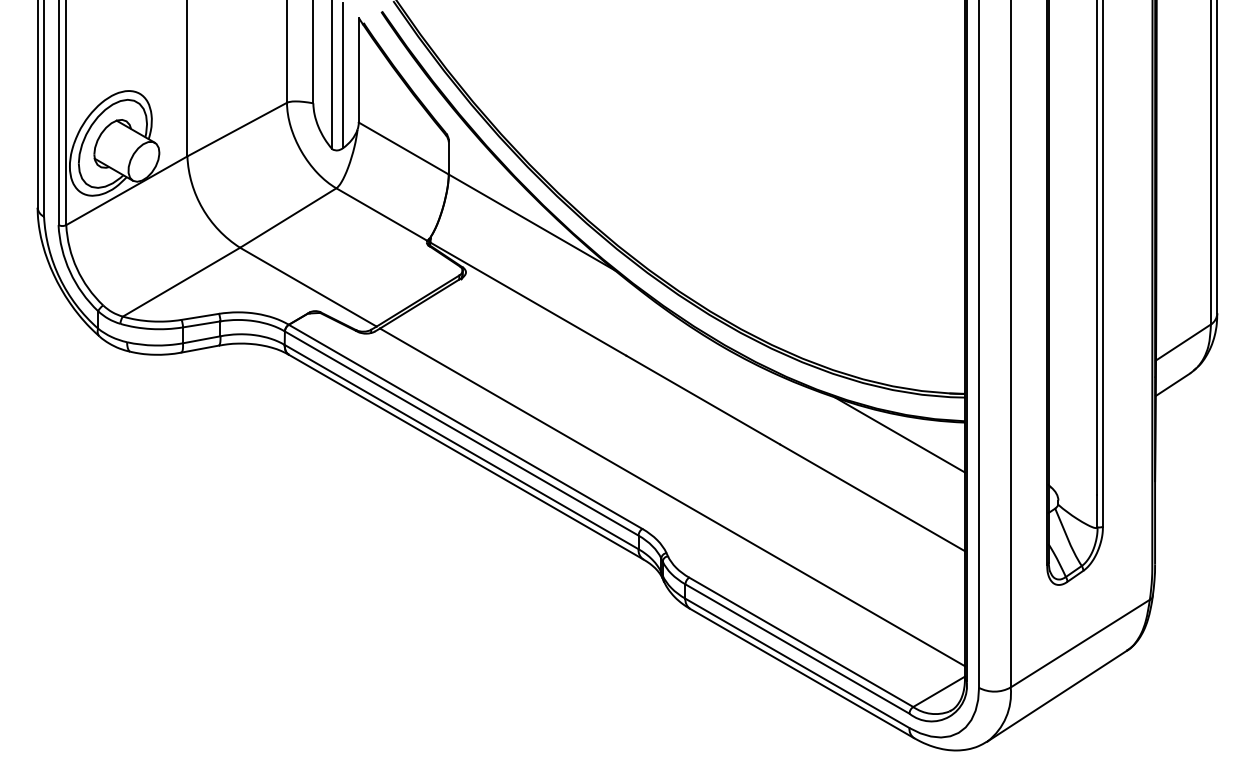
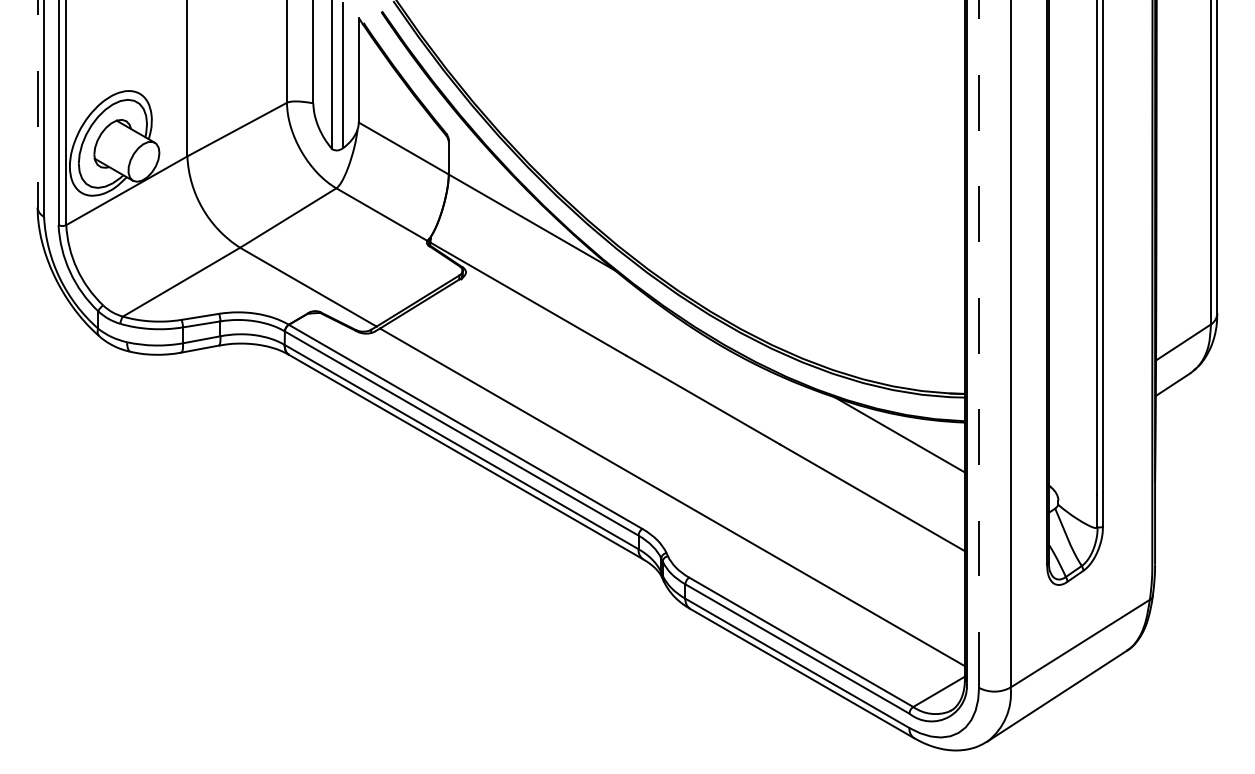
line at (37, 103): solid -> dashed
line at (979, 344): solid -> dashed
